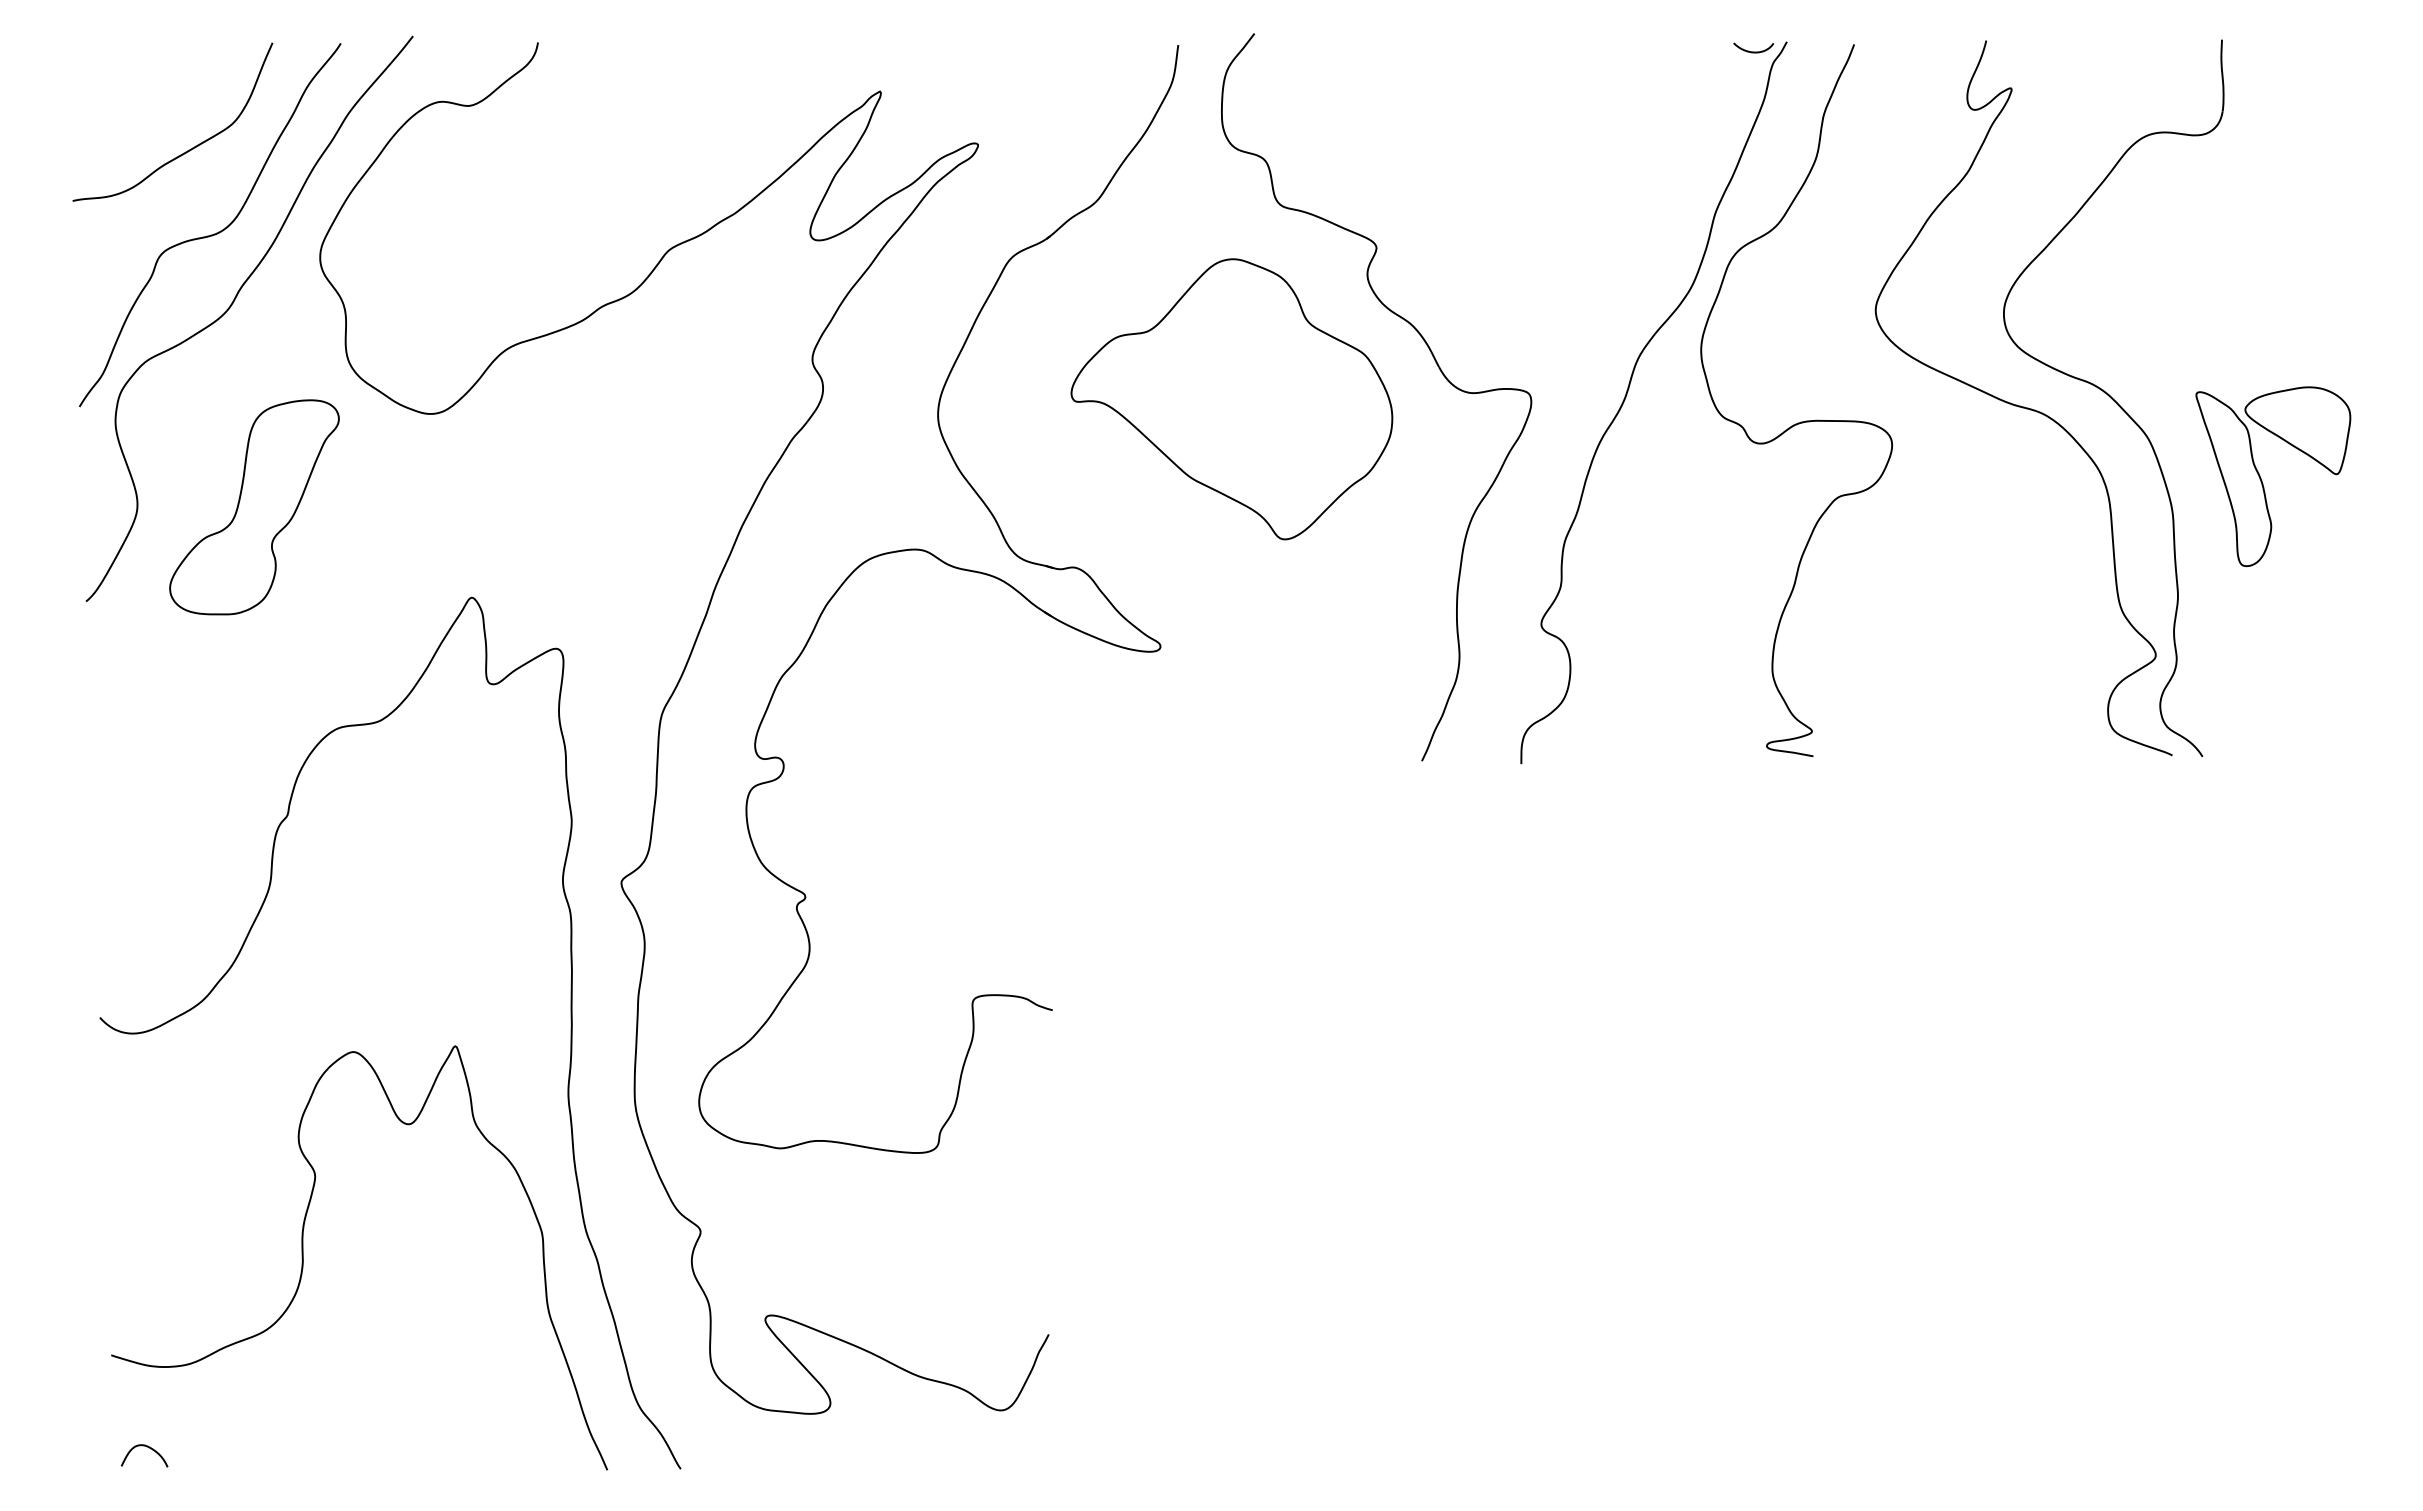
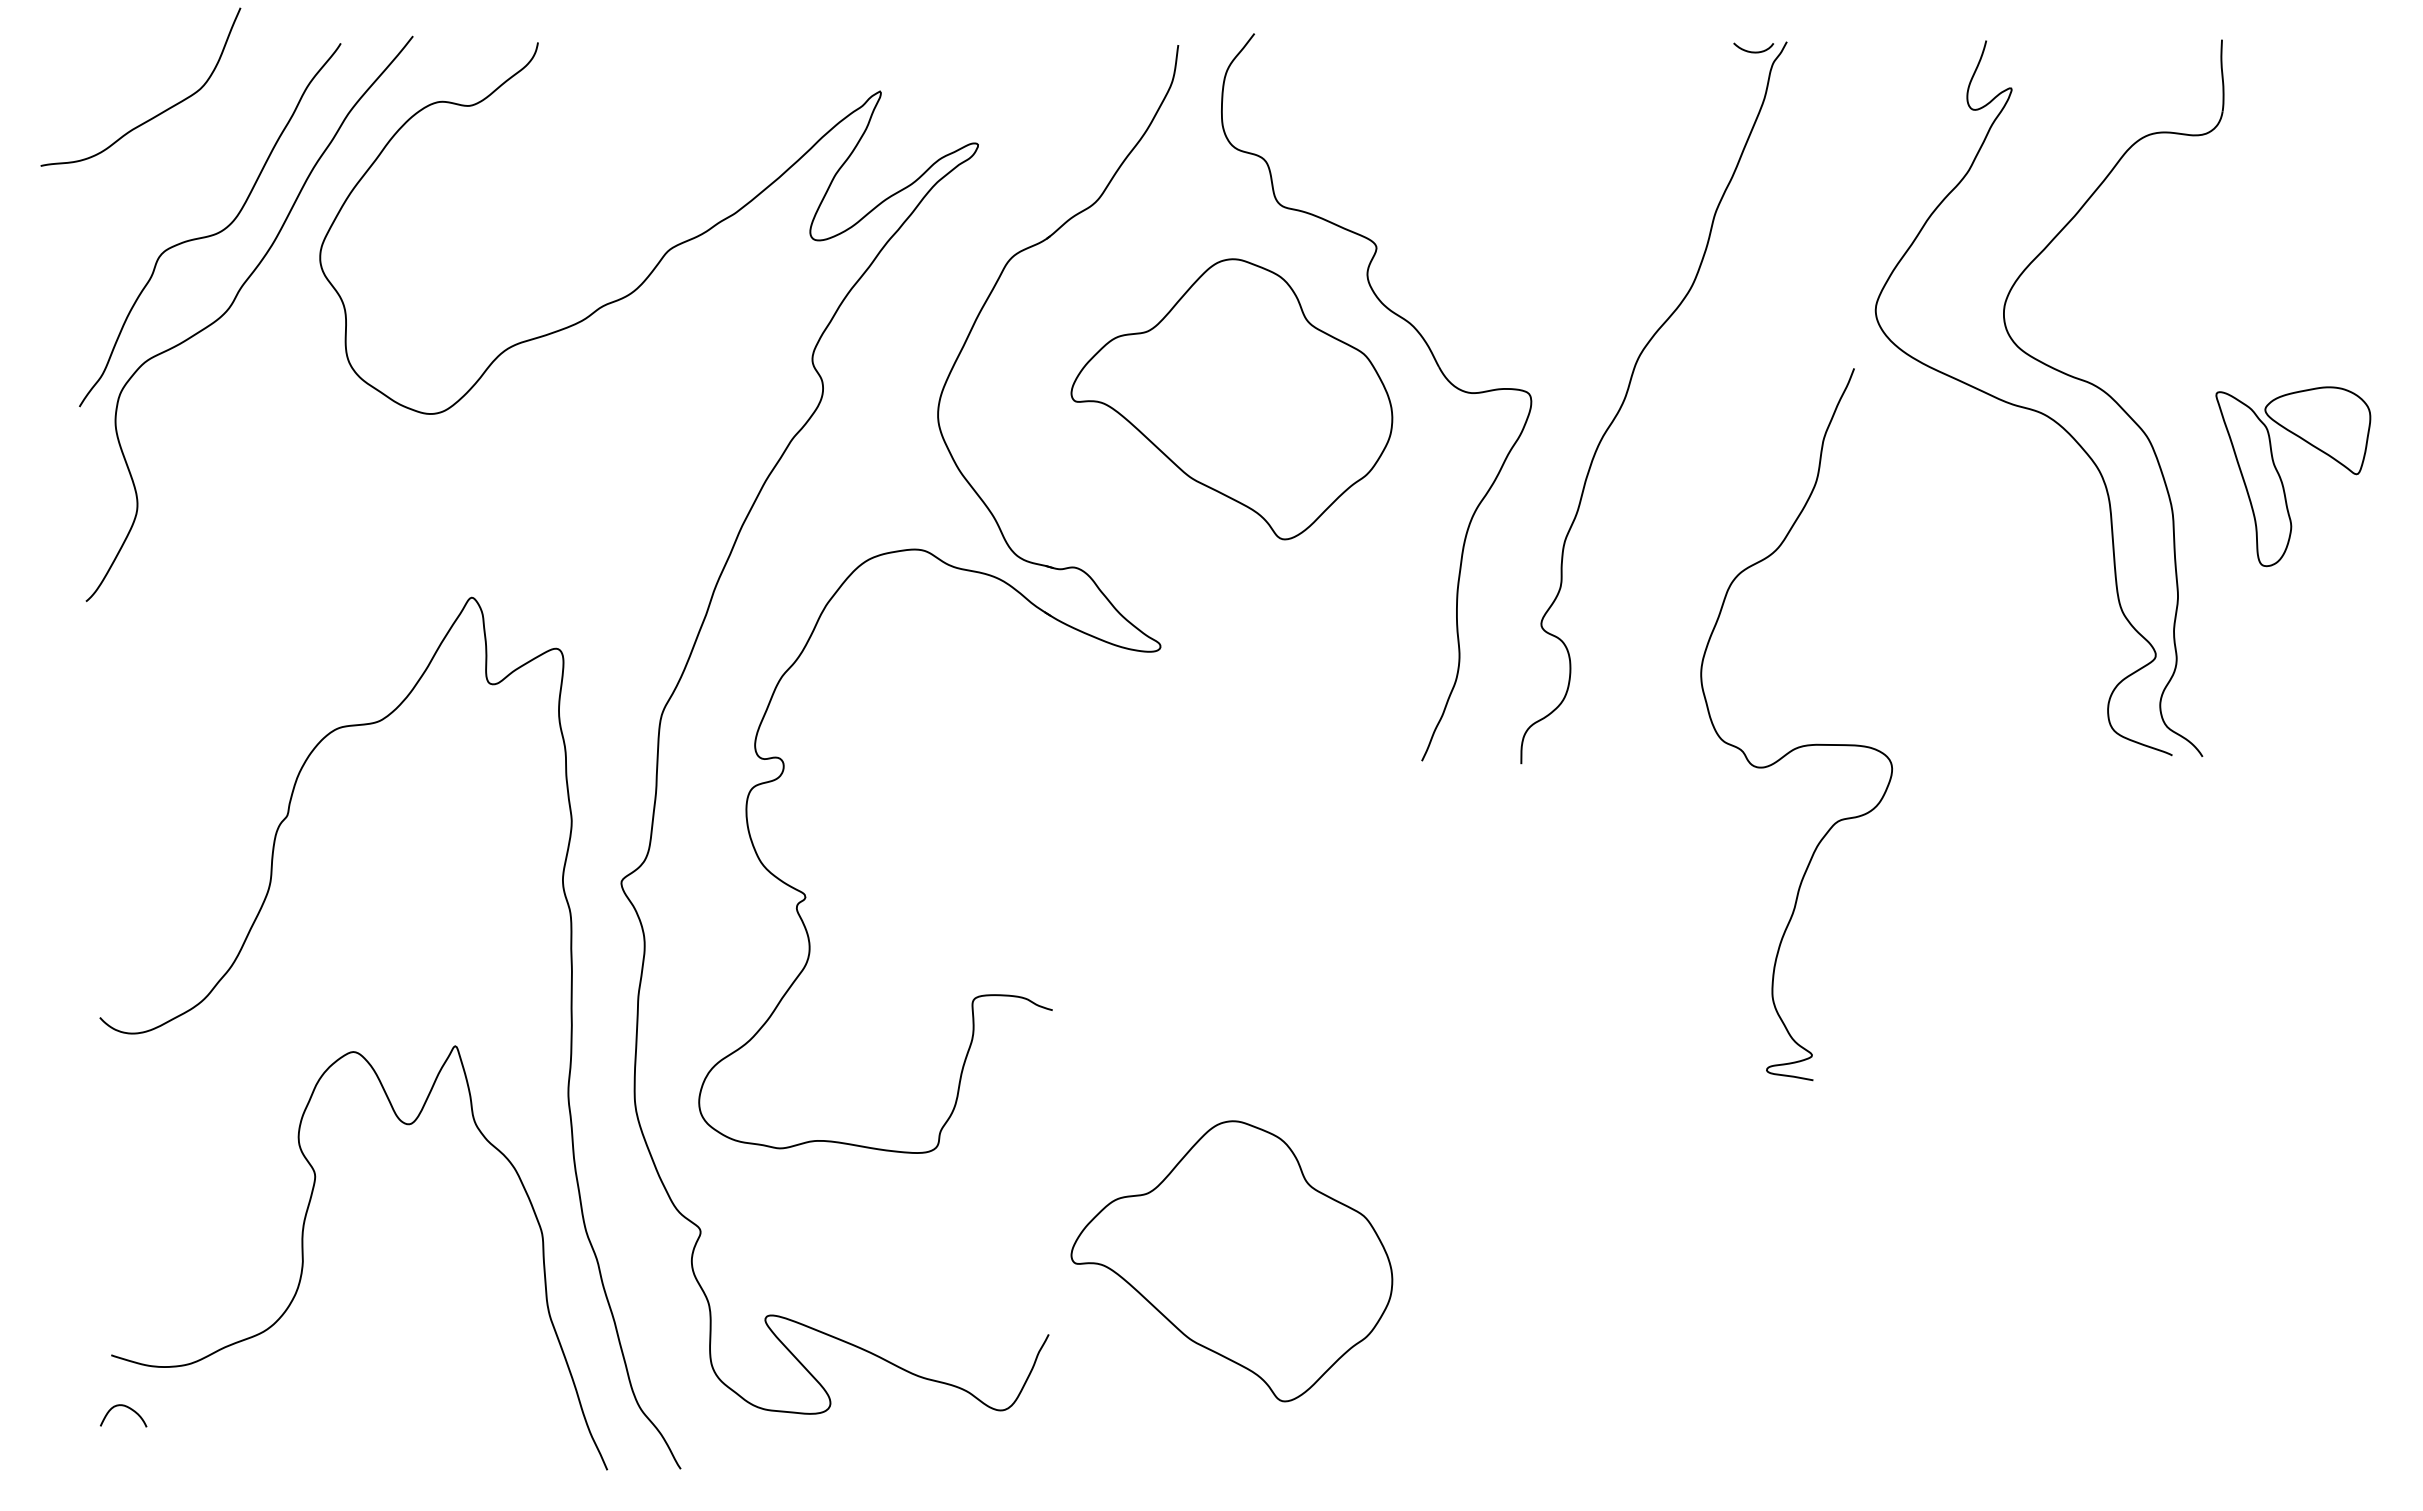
curve at (190, 148) position: (190, 148) -> (158, 113)
curve at (1801, 421) position: (1801, 421) -> (1801, 745)
part at (2262, 480) position: (2262, 480) -> (2282, 480)
part at (254, 507): present -> none
part at (1231, 1261): none -> present
curve at (146, 1447) position: (146, 1447) -> (125, 1407)
